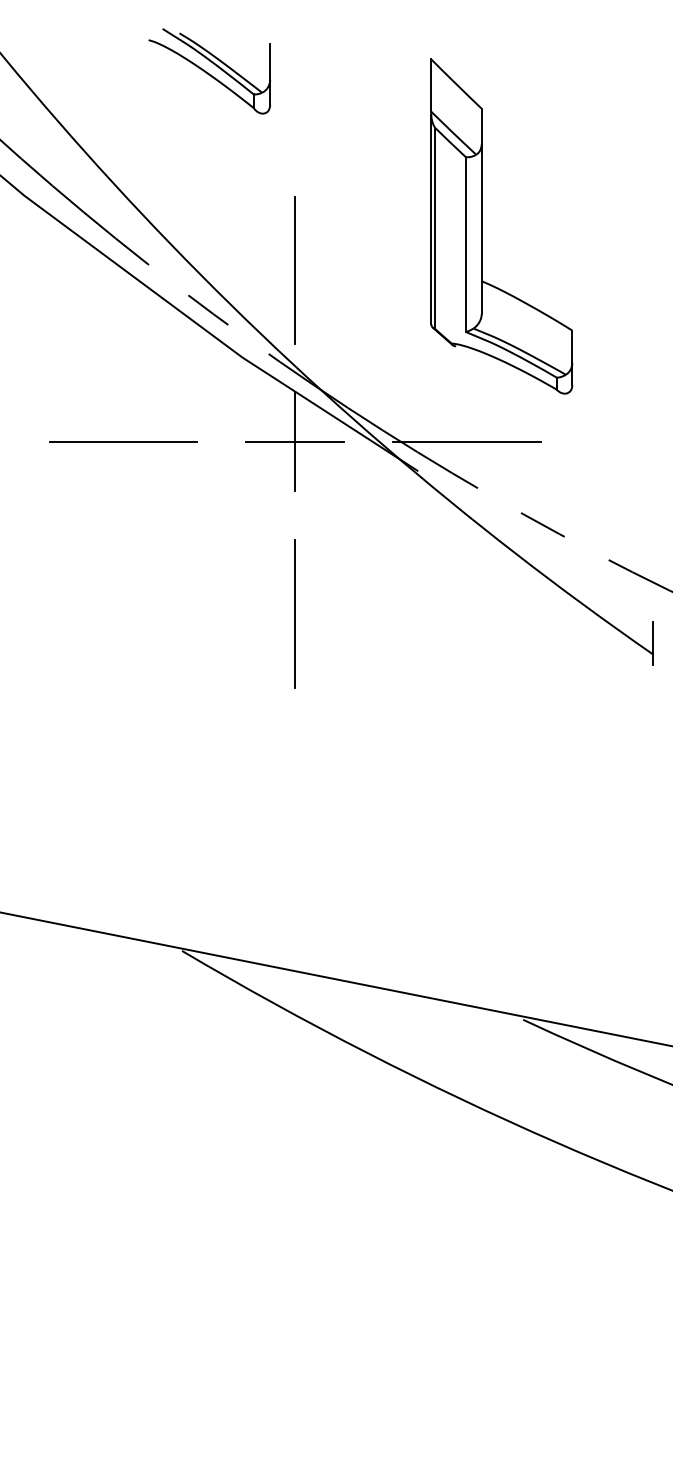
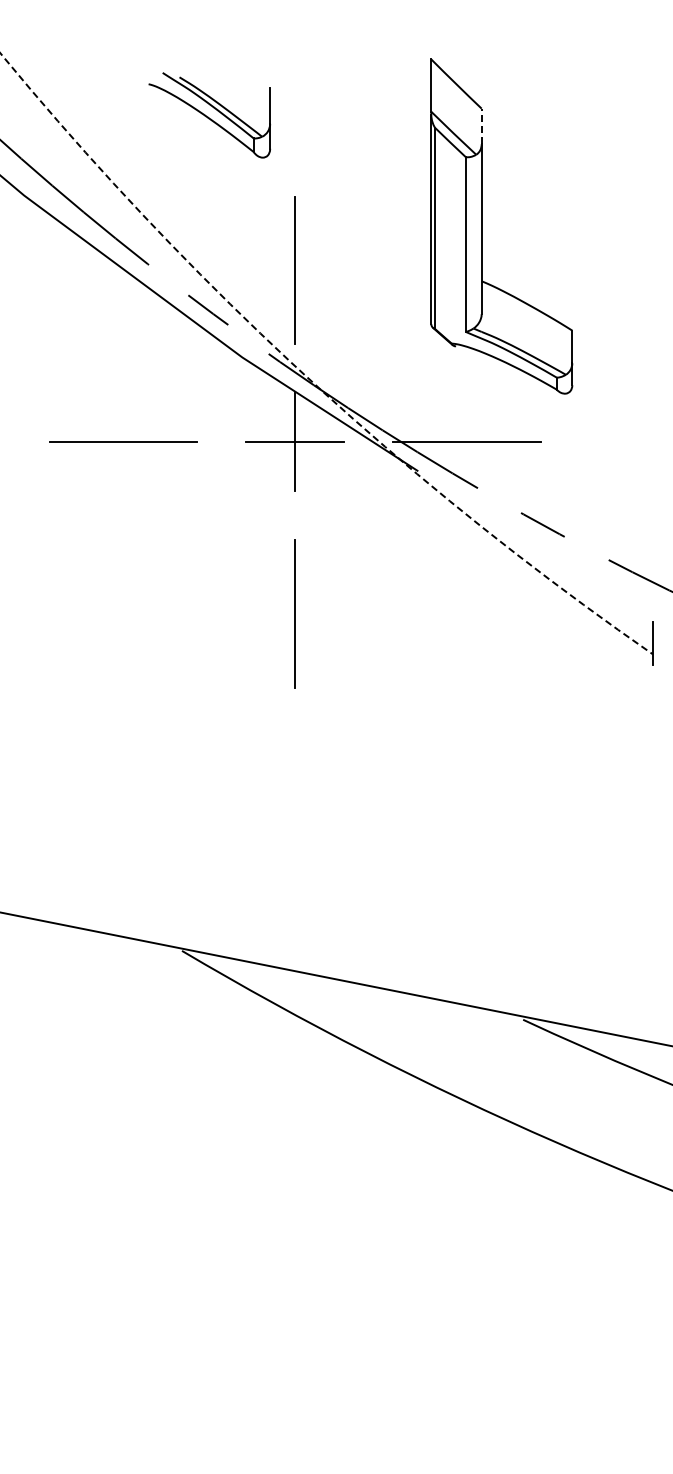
part at (209, 71) position: (209, 71) -> (209, 115)
line at (481, 126): solid -> dashed
arc at (306, 376): solid -> dashed
